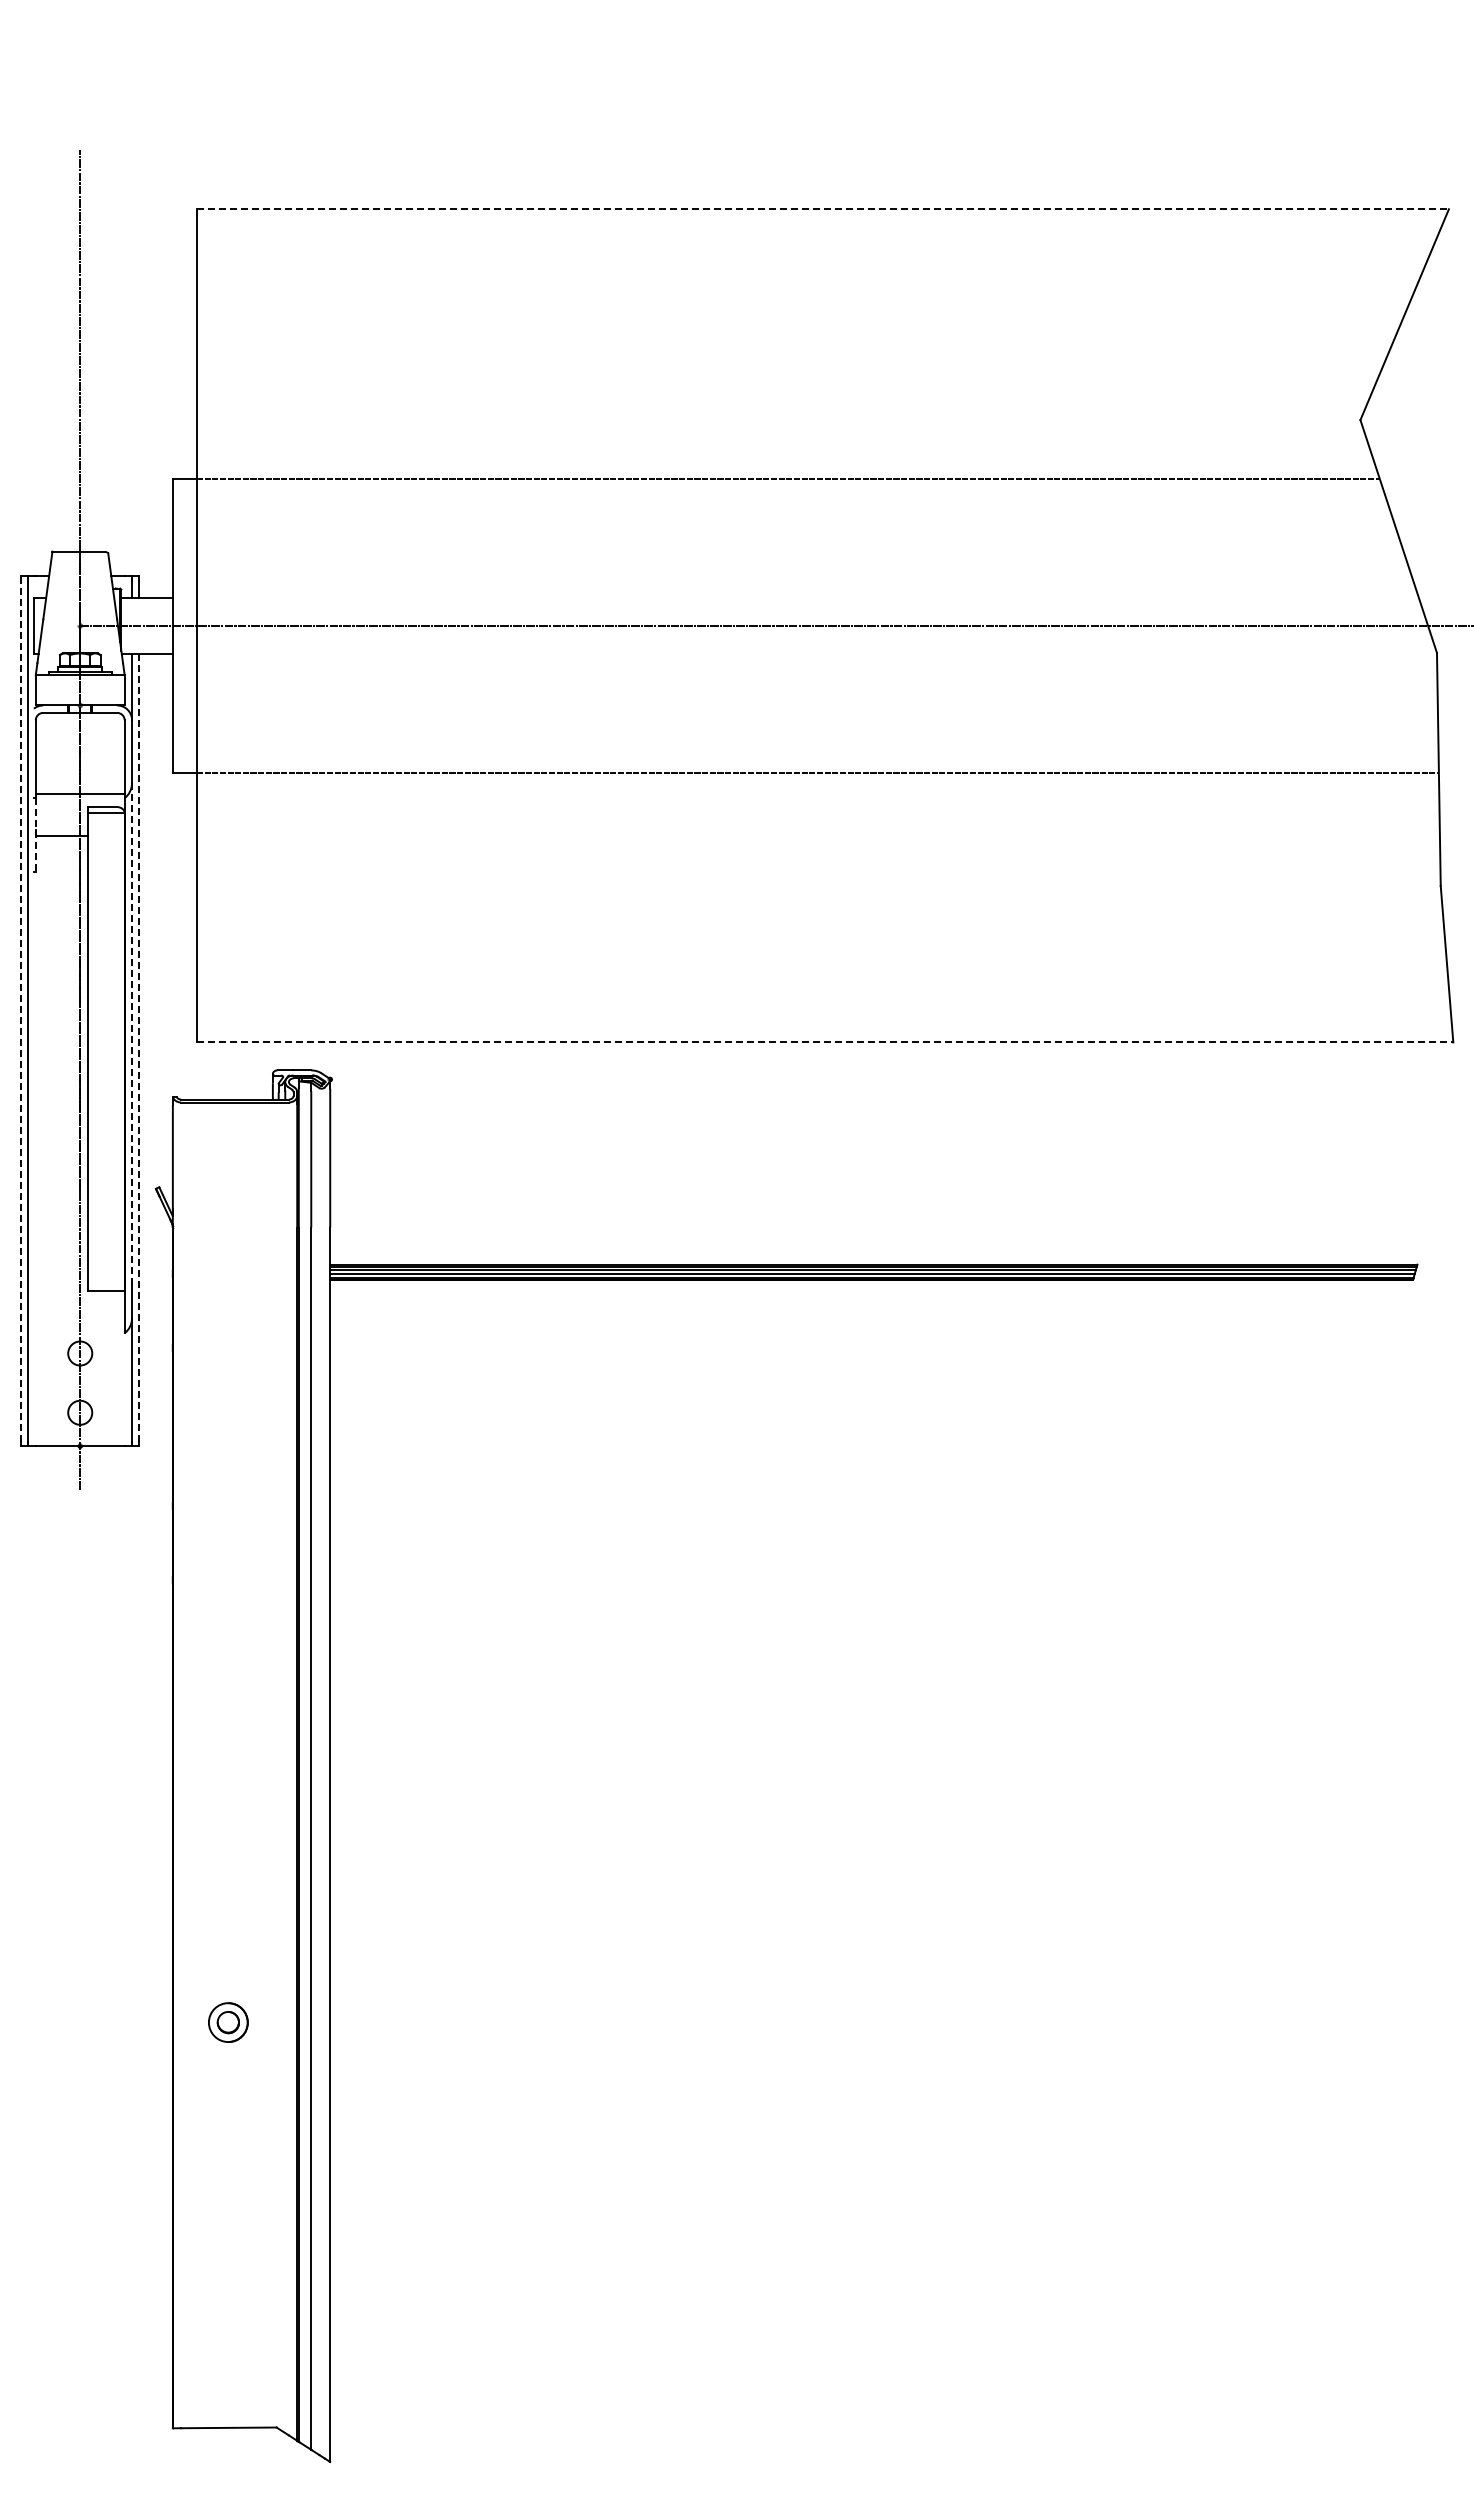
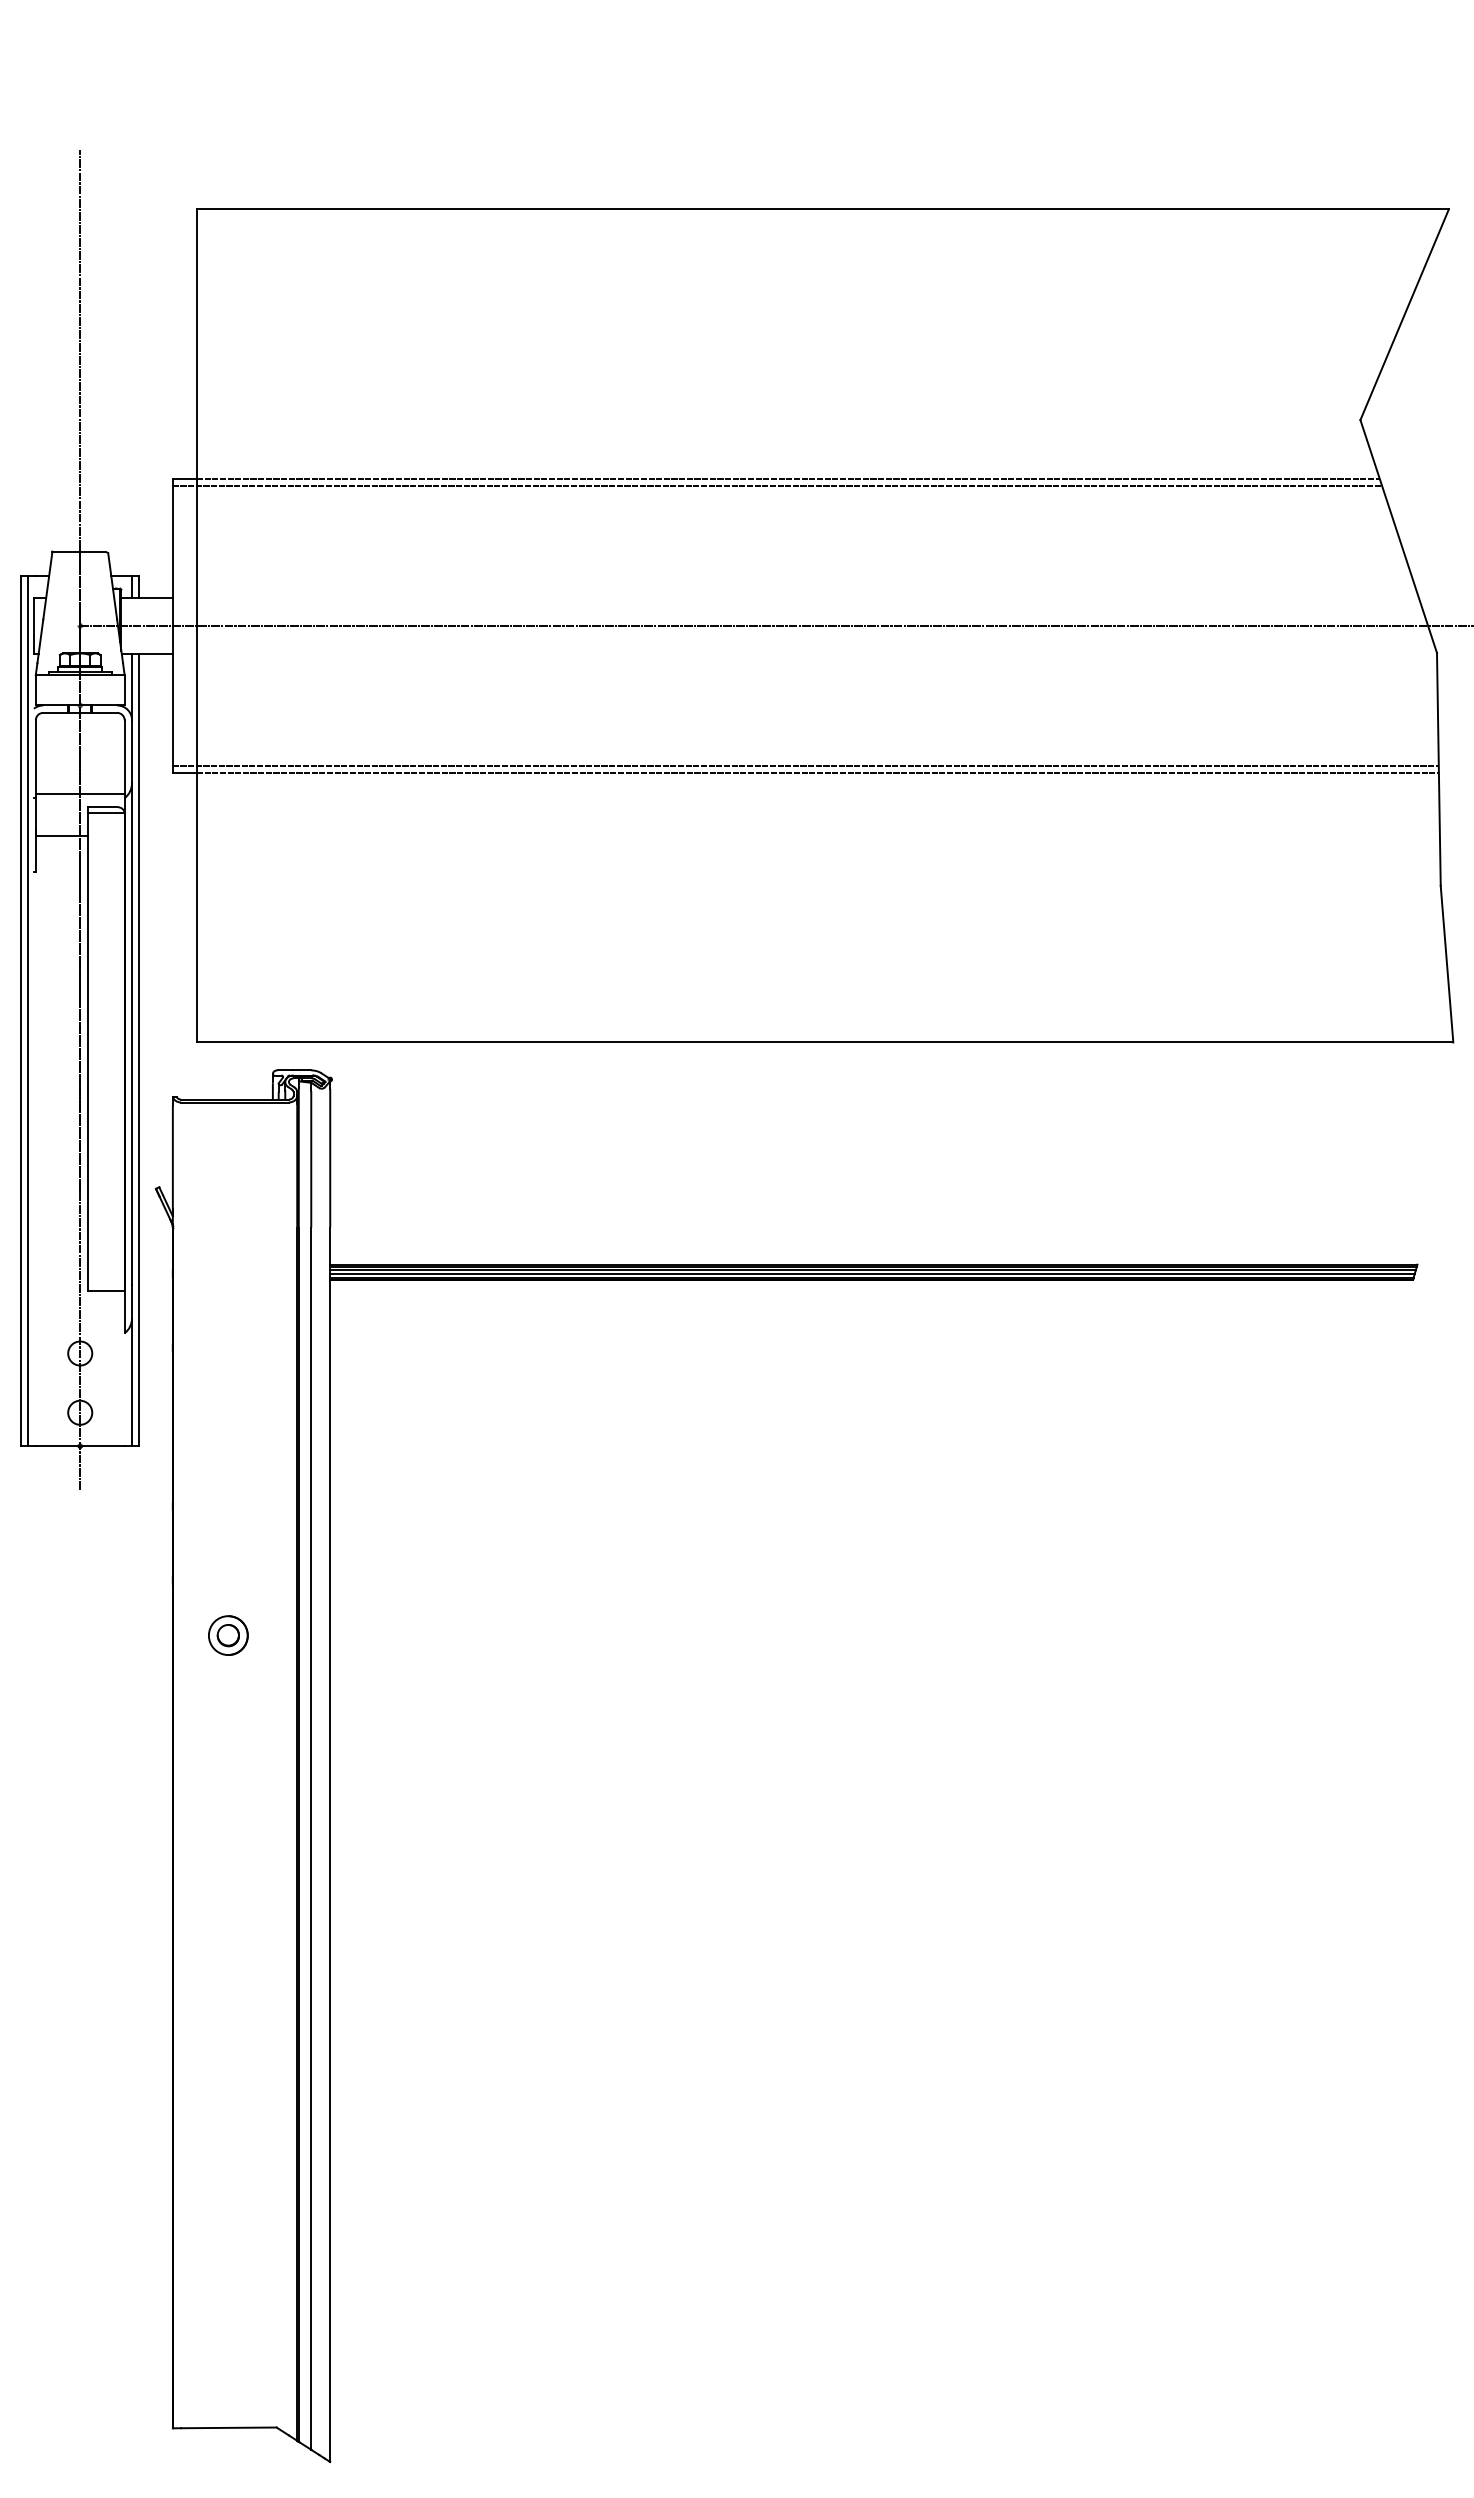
line at (823, 209): dashed -> solid
line at (777, 486): none -> present
line at (805, 765): none -> present
line at (35, 835): dashed -> solid
line at (20, 1008): dashed -> solid
line at (132, 1033): dashed -> solid
line at (825, 1042): dashed -> solid
line at (139, 1048): dashed -> solid
part at (228, 2022) position: (228, 2022) -> (228, 1635)
